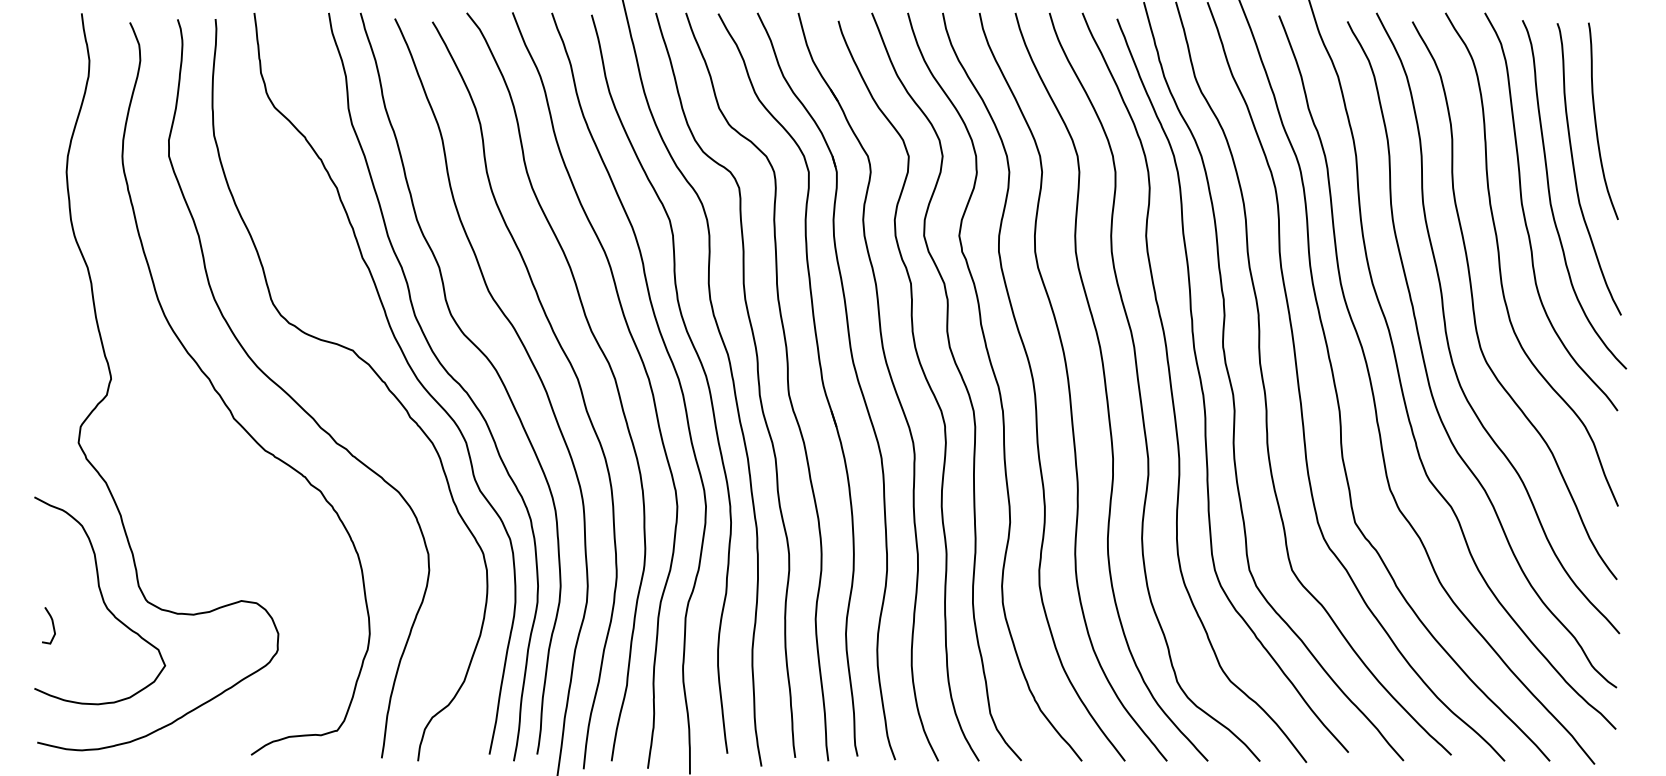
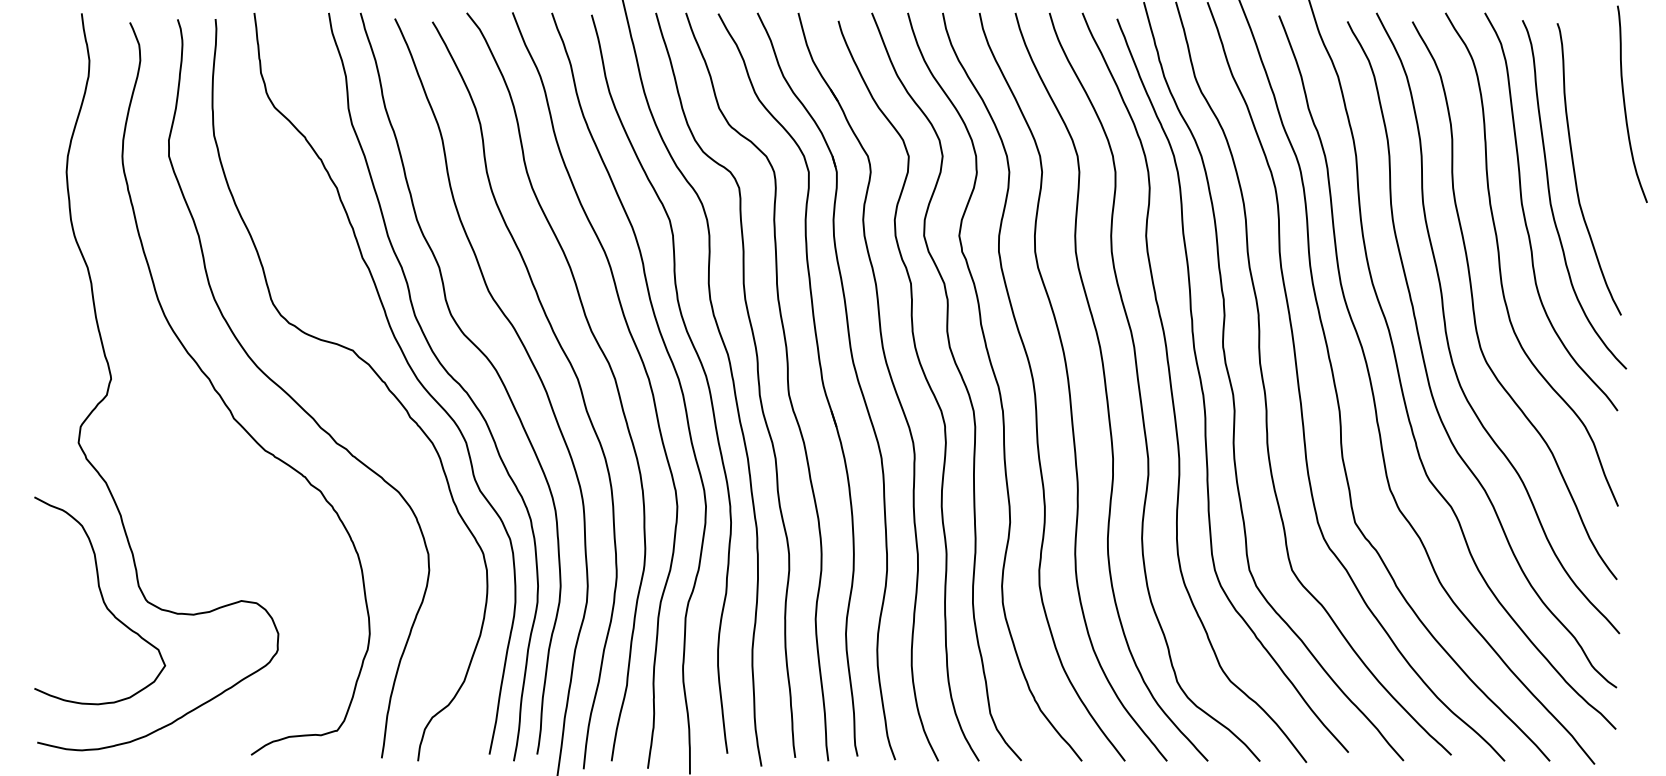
curve at (1596, 120) position: (1596, 120) -> (1625, 103)
curve at (52, 625): present -> none
